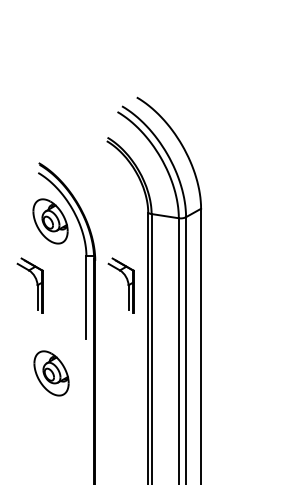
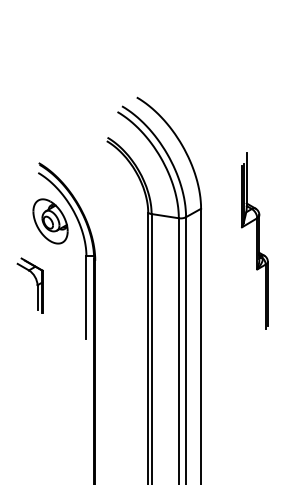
part at (254, 240): none -> present
part at (127, 285): present -> none
part at (51, 373): present -> none
